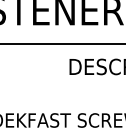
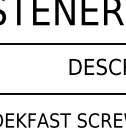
line at (62, 94): none -> present
